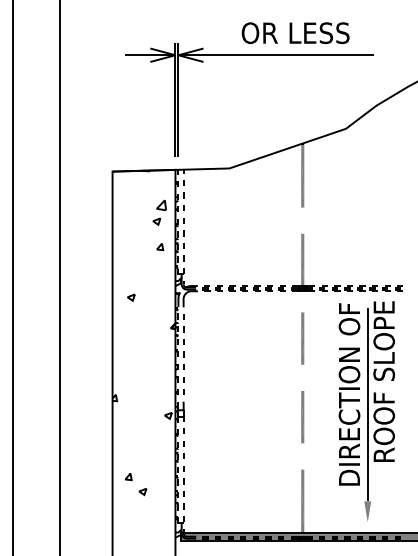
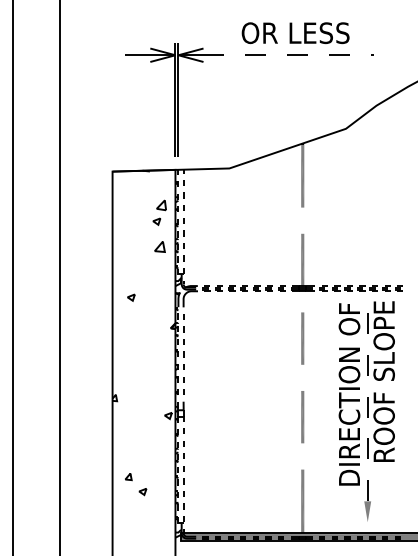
line at (289, 55): solid -> dashed
part at (160, 246) size: 9x8 px -> 12x12 px
line at (367, 403): solid -> dashed
